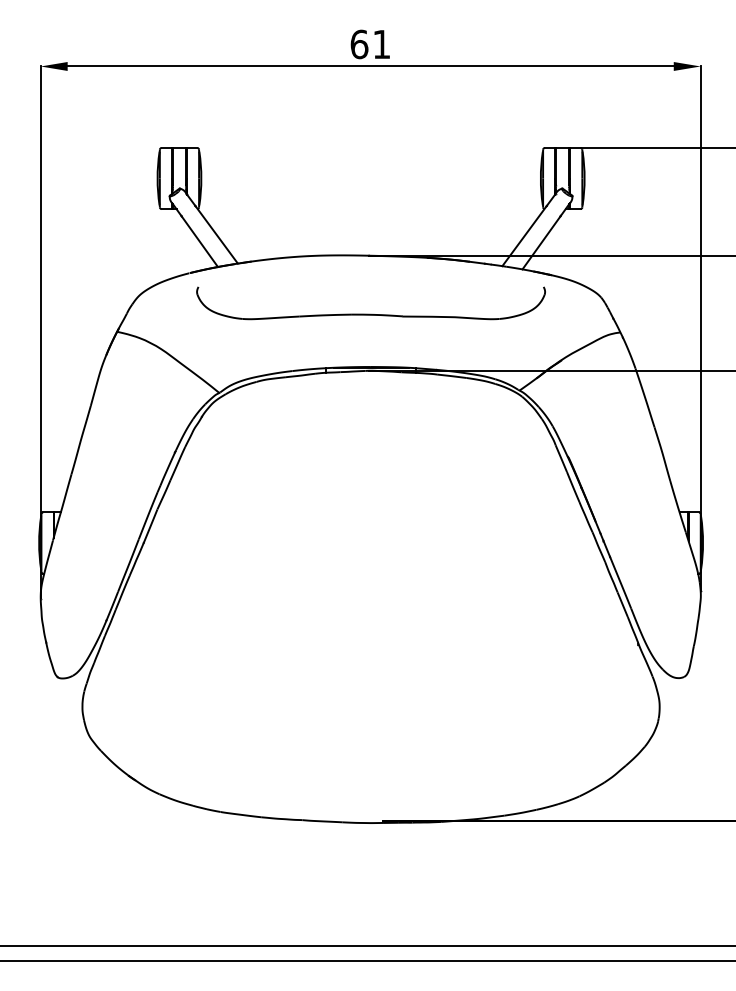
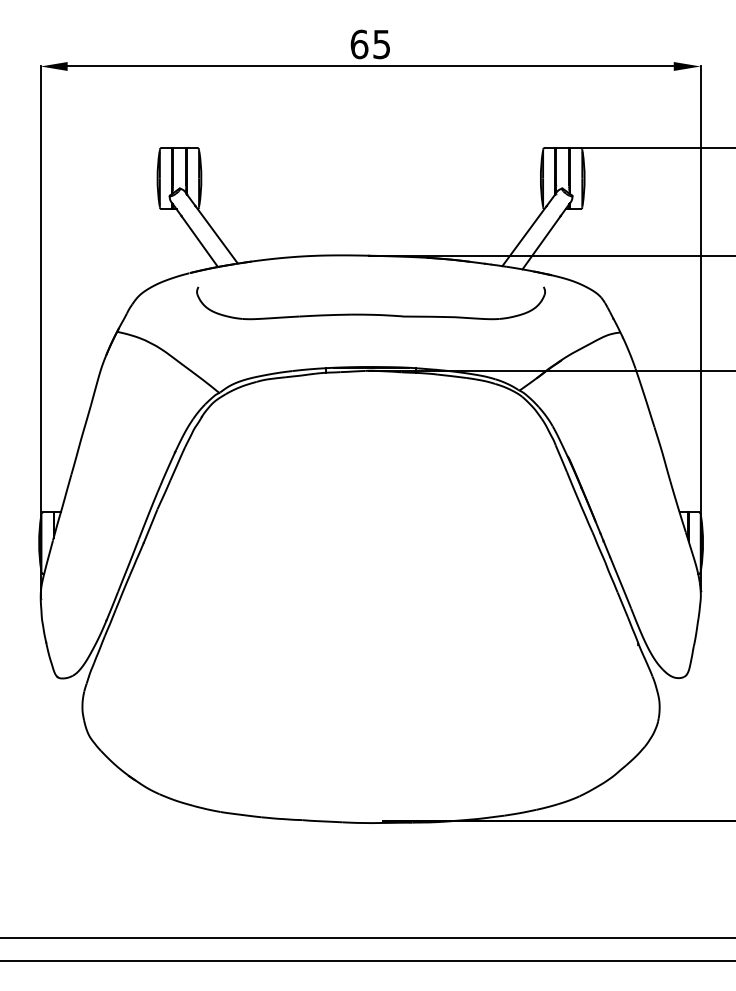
text at (381, 44): 61 -> 65
line at (367, 946) position: (367, 946) -> (367, 938)
